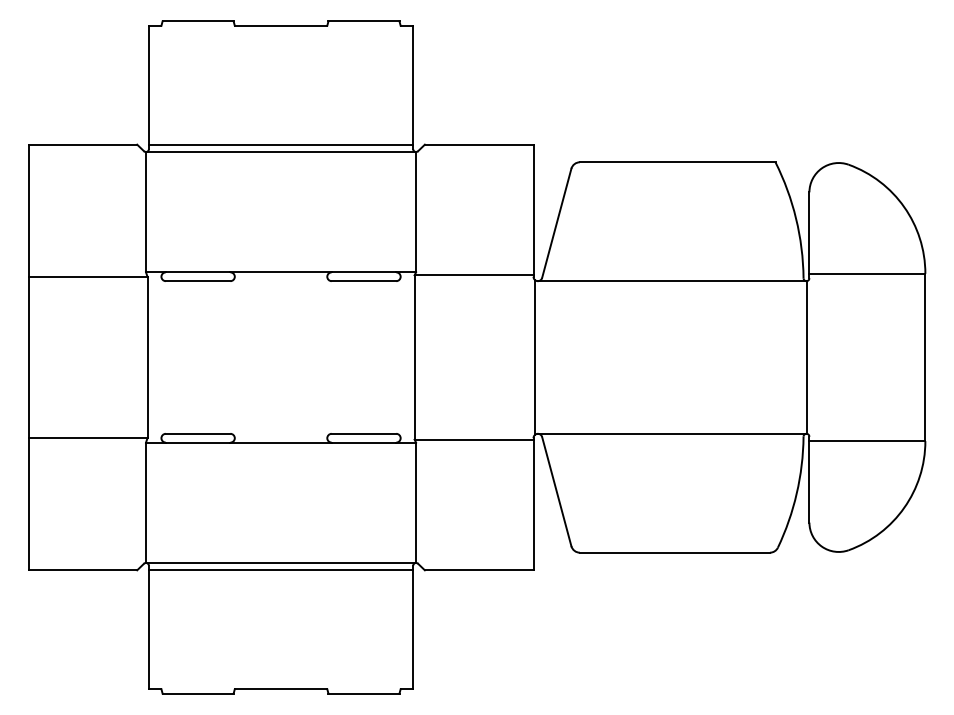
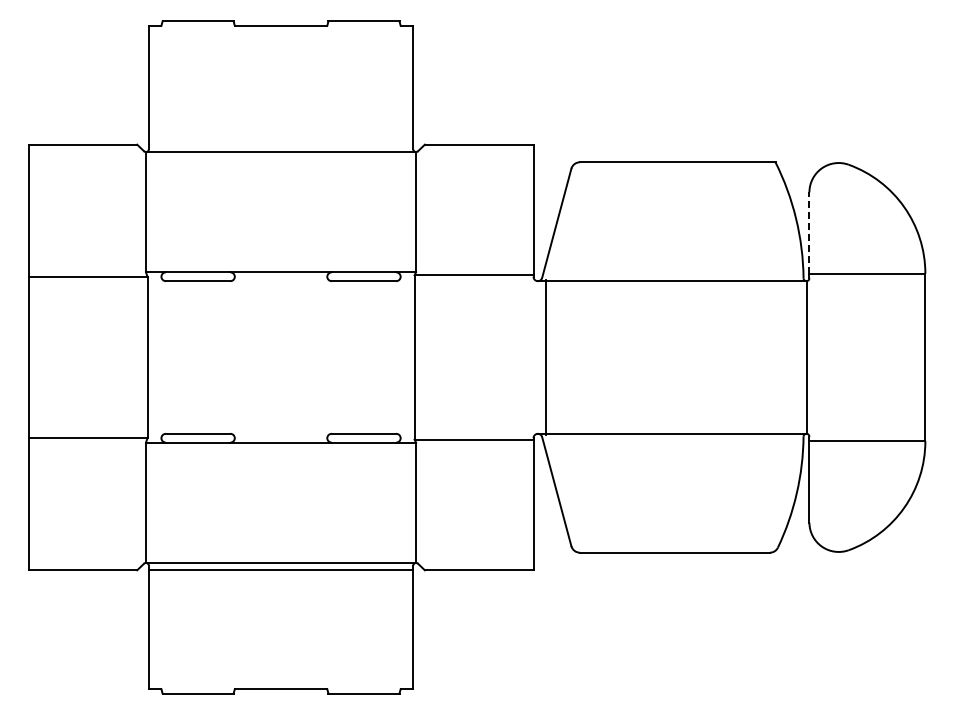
line at (280, 144): present -> none
line at (809, 233): solid -> dashed
line at (534, 357) position: (534, 357) -> (545, 357)
